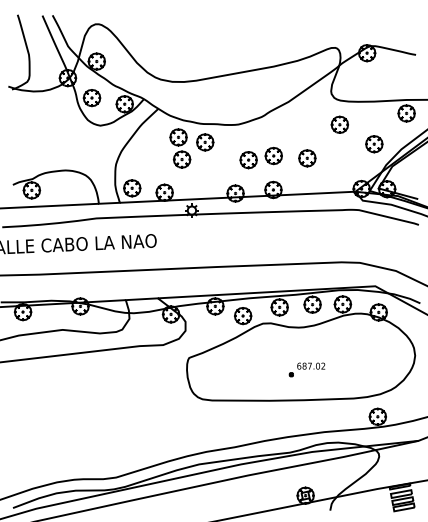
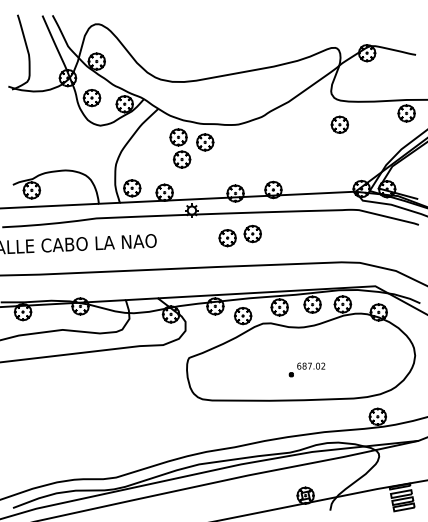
part at (374, 144): present -> none
part at (260, 157) position: (260, 157) -> (239, 235)
part at (307, 158): present -> none
